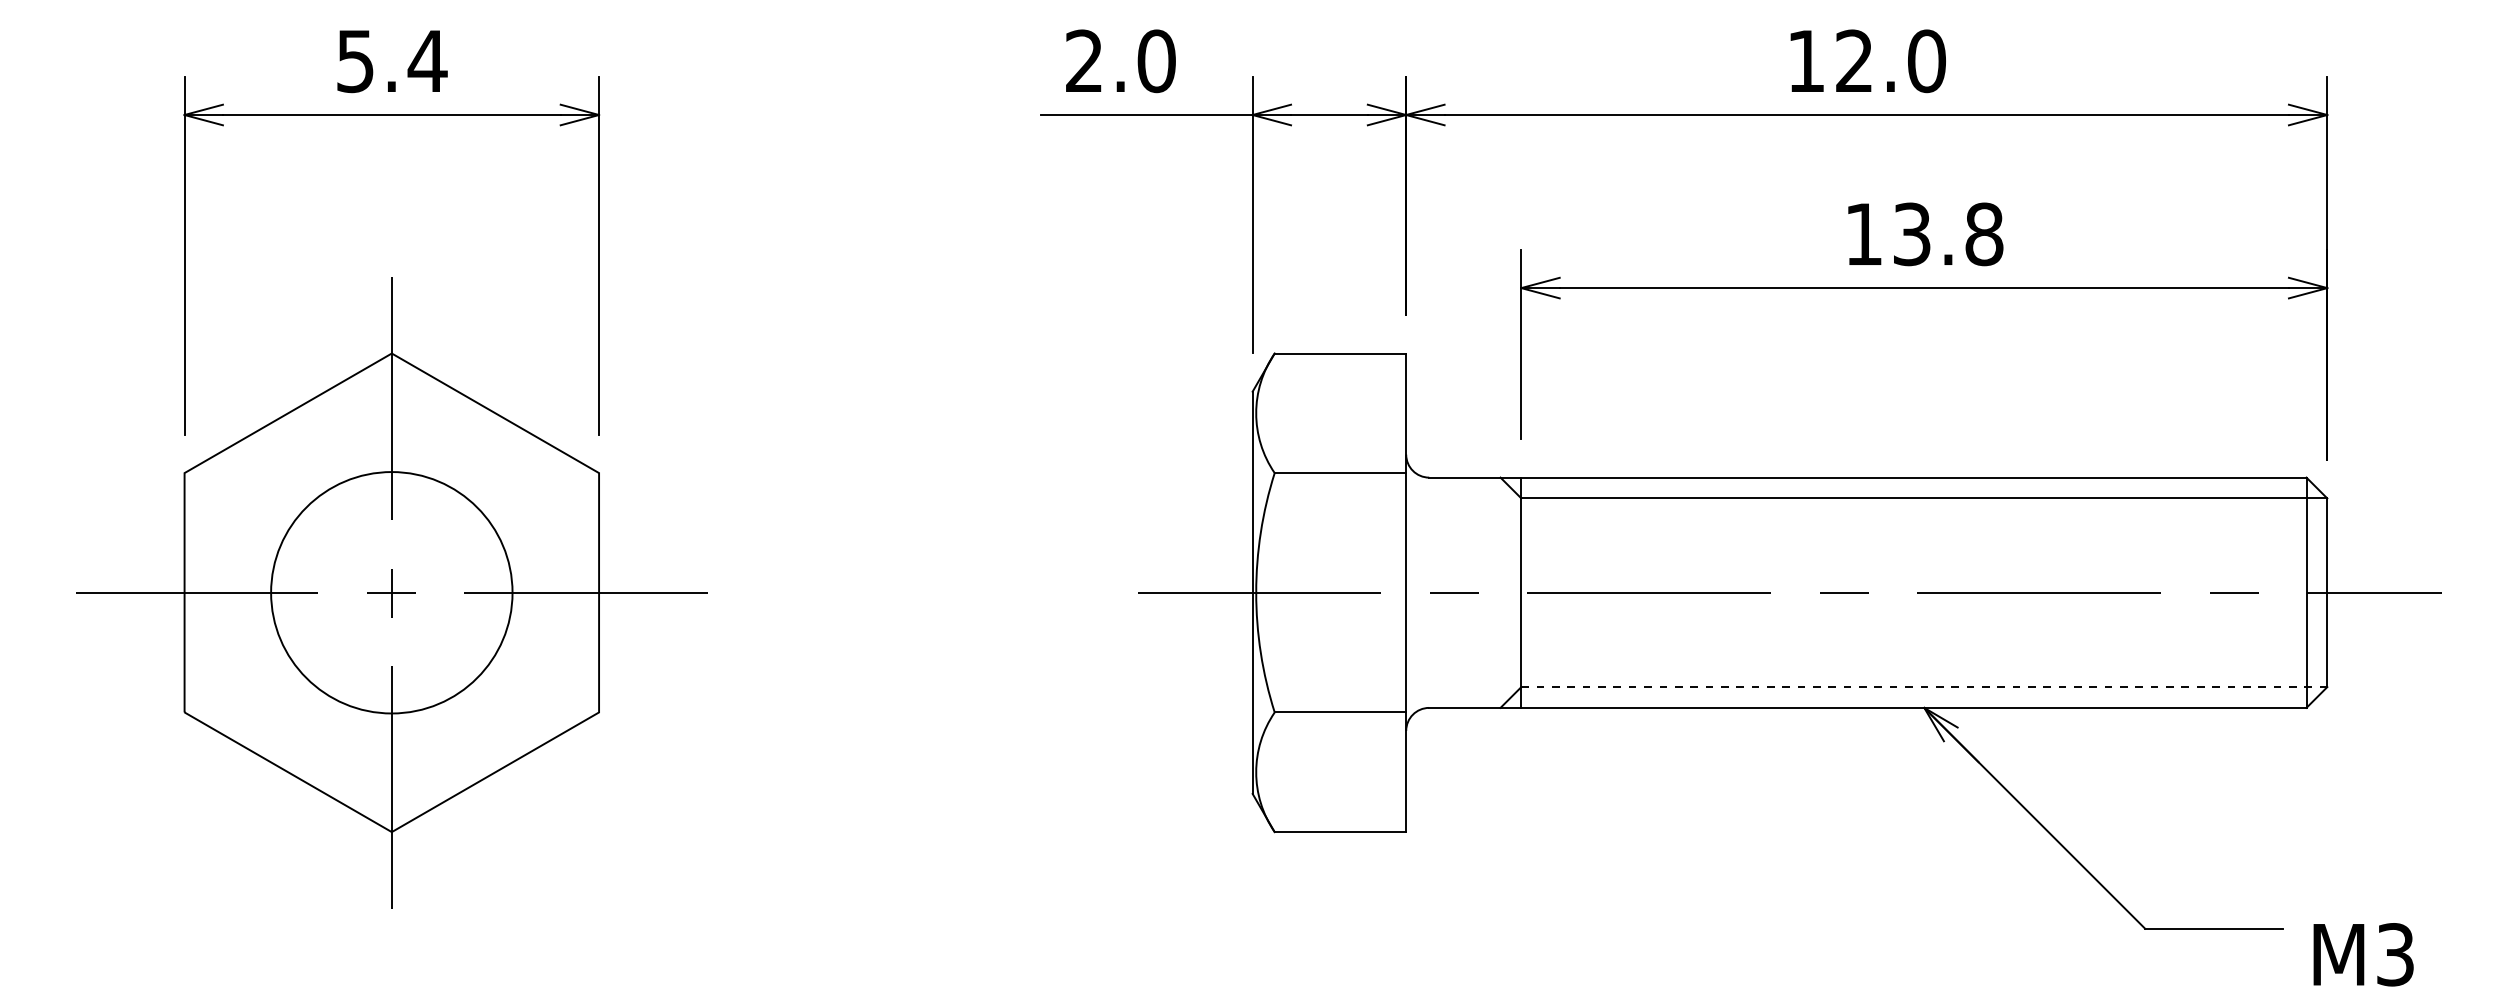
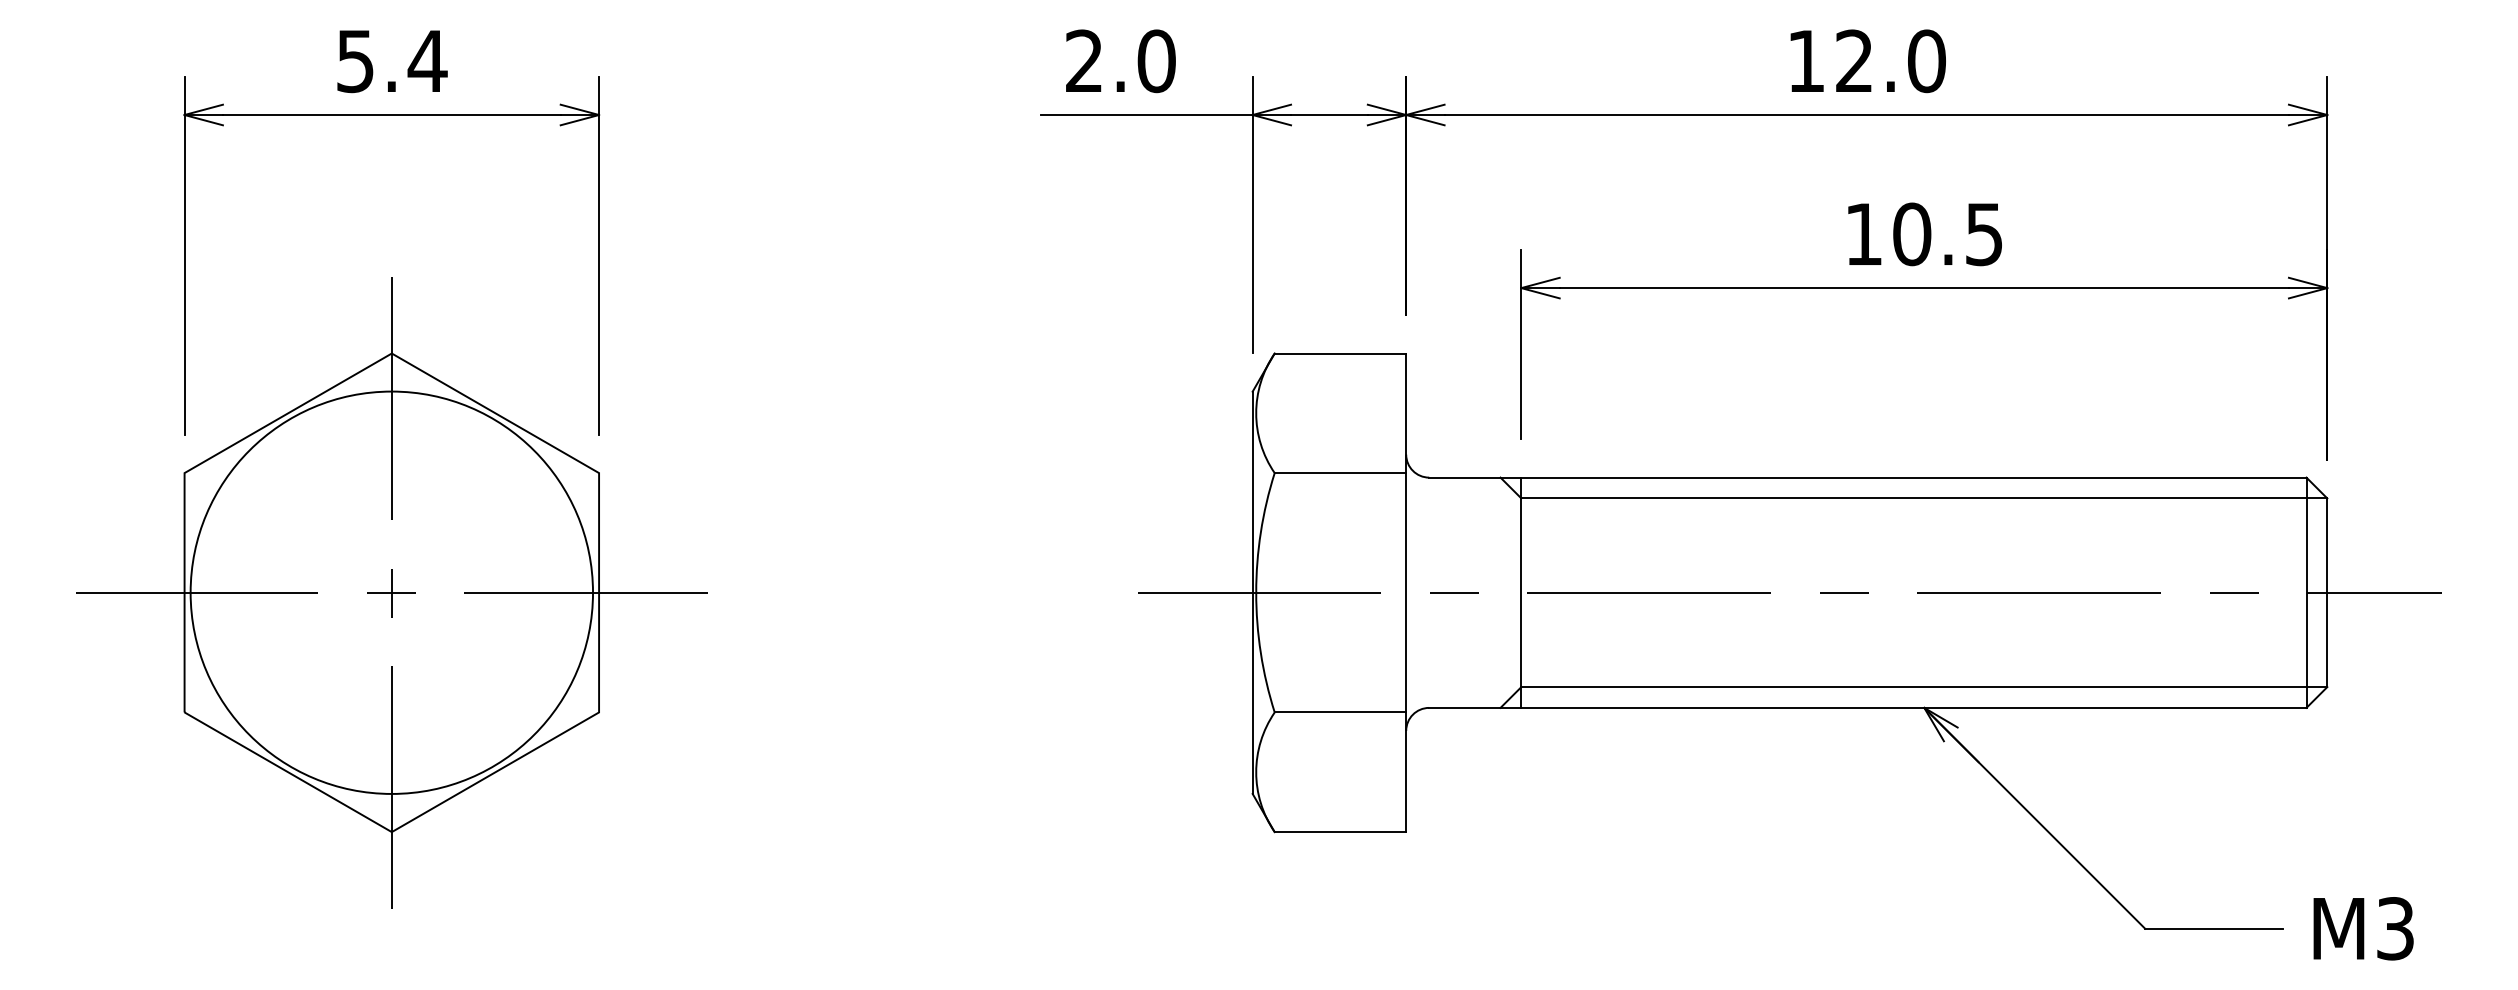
text at (1948, 234): 13.8 -> 10.5
circle at (391, 592) diameter: 241 px -> 402 px
line at (1924, 687): dashed -> solid
text at (2363, 954) position: (2363, 954) -> (2363, 928)
